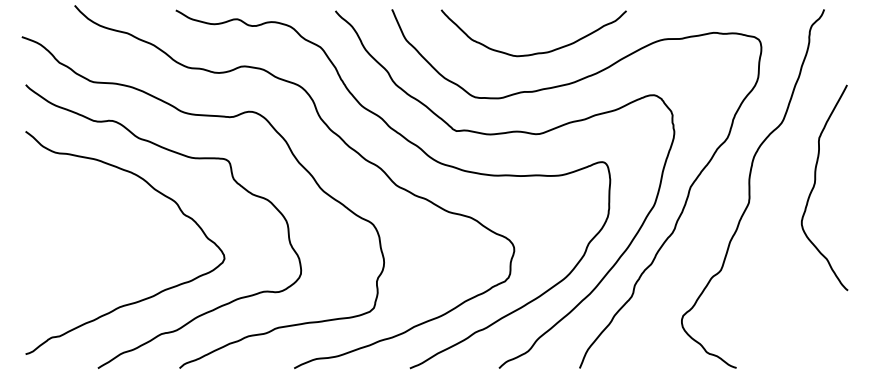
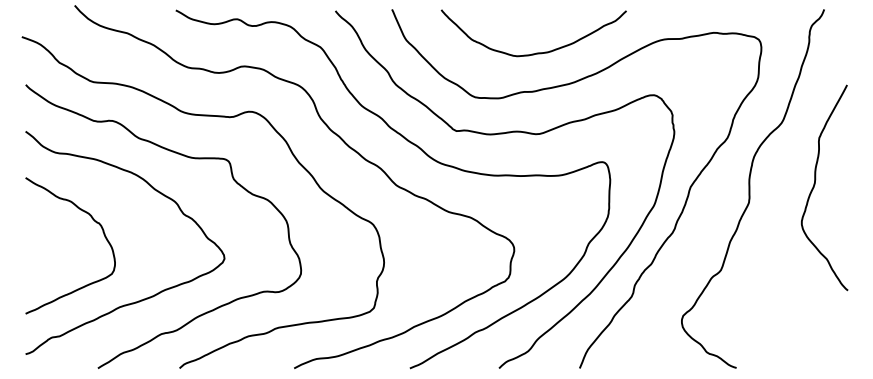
curve at (94, 221): none -> present
